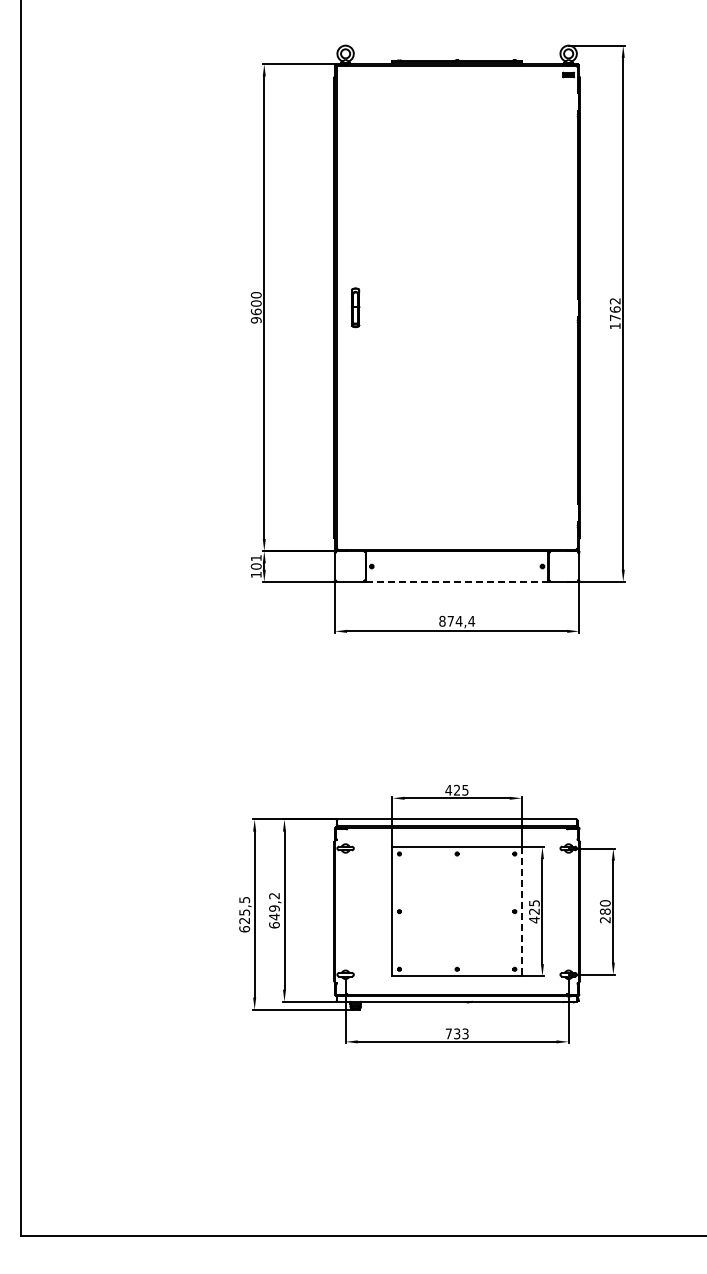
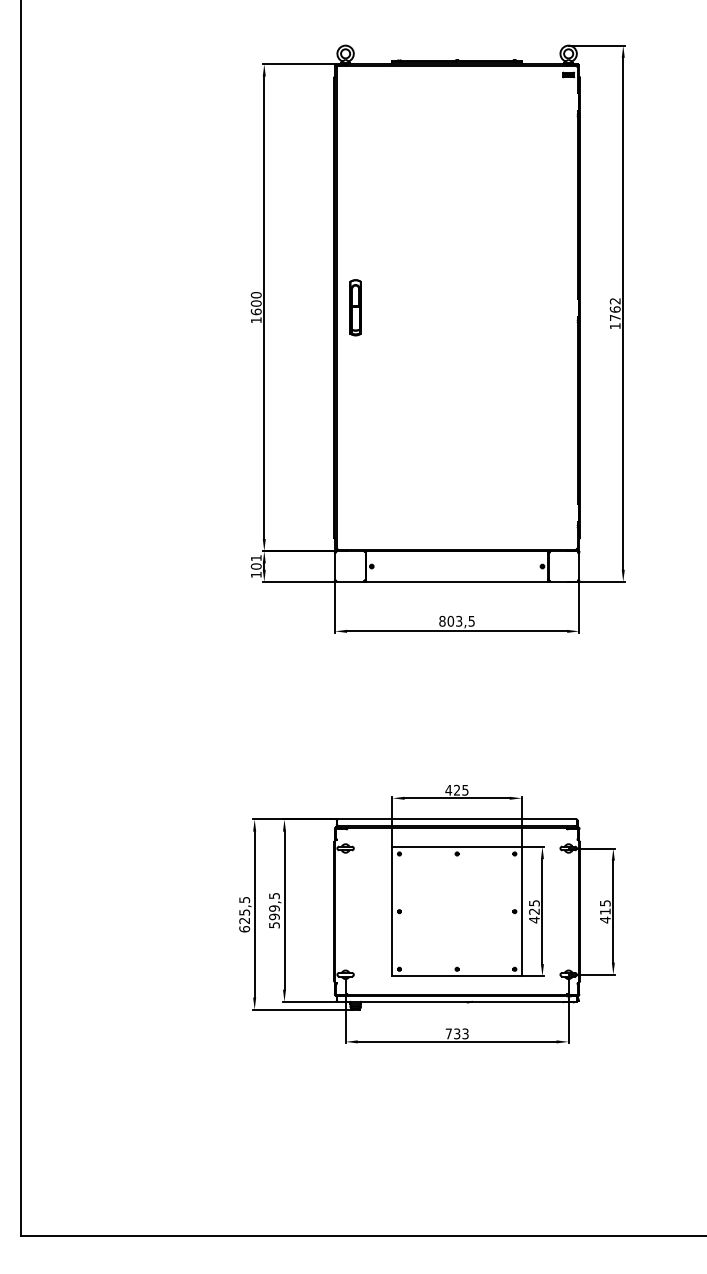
part at (355, 307) size: 10x42 px -> 13x58 px
text at (255, 320): 9600 -> 1600
line at (457, 581): dashed -> solid
text at (461, 620): 874,4 -> 803,5
text at (274, 910): 649,2 -> 599,5
line at (521, 911): dashed -> solid
text at (604, 911): 280 -> 415
